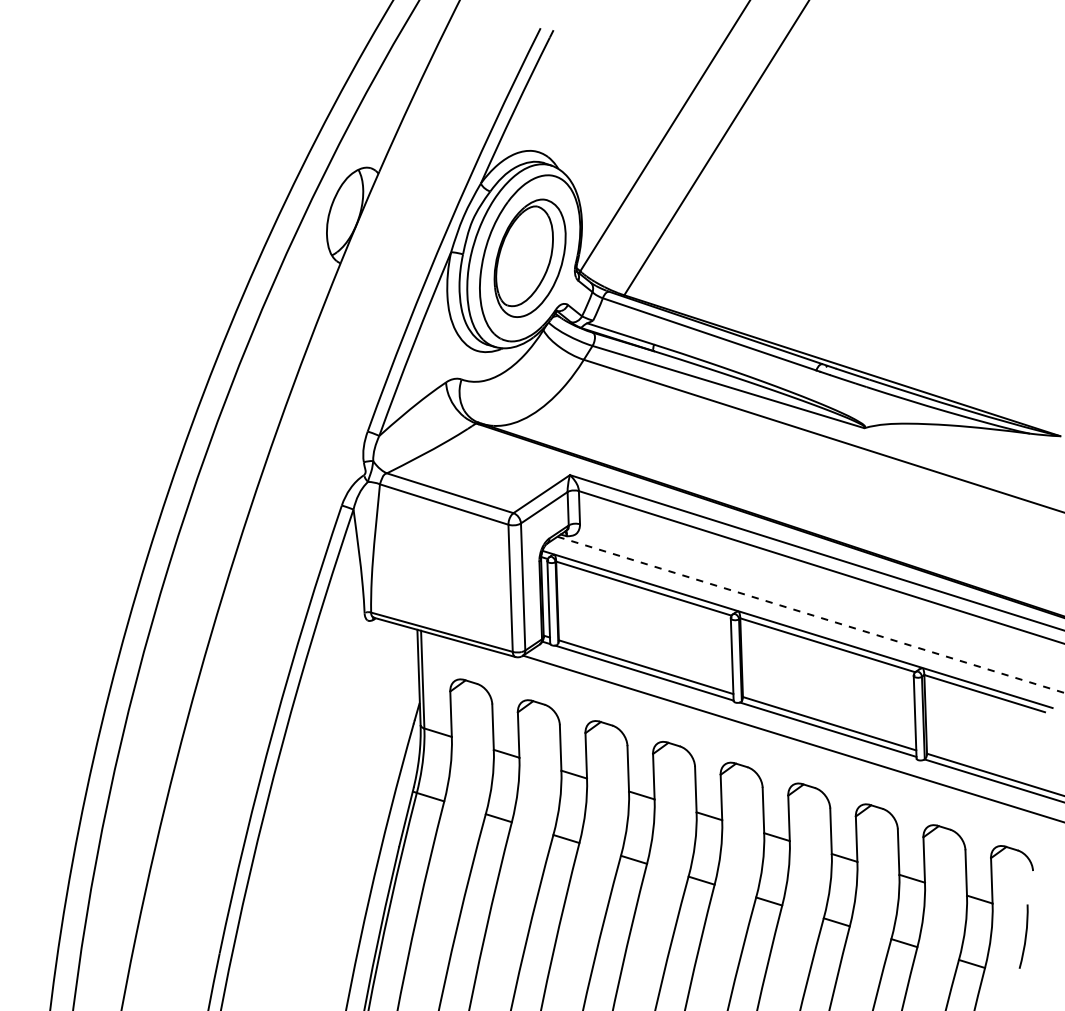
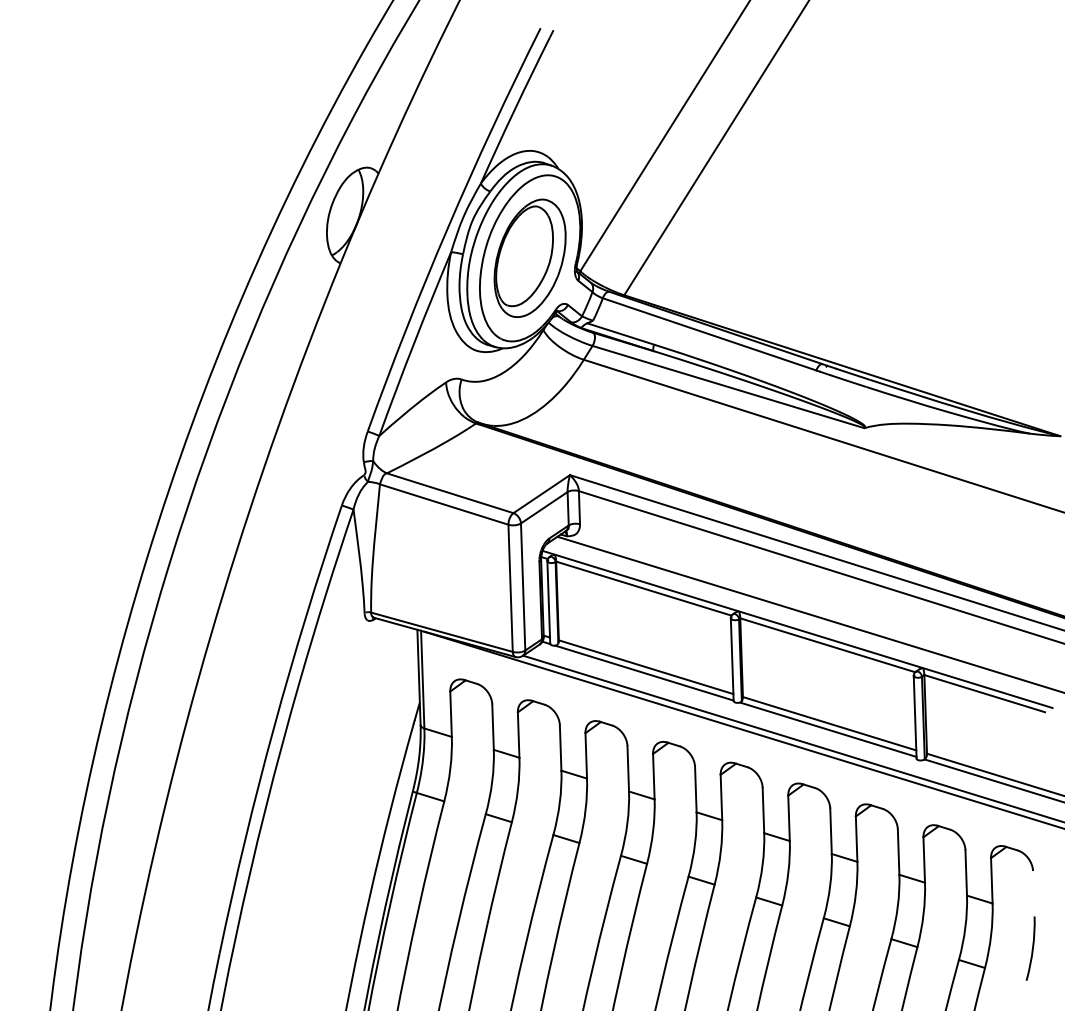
line at (811, 614): dashed -> solid
line at (742, 729): none -> present
curve at (1024, 937) position: (1024, 937) -> (1031, 949)
